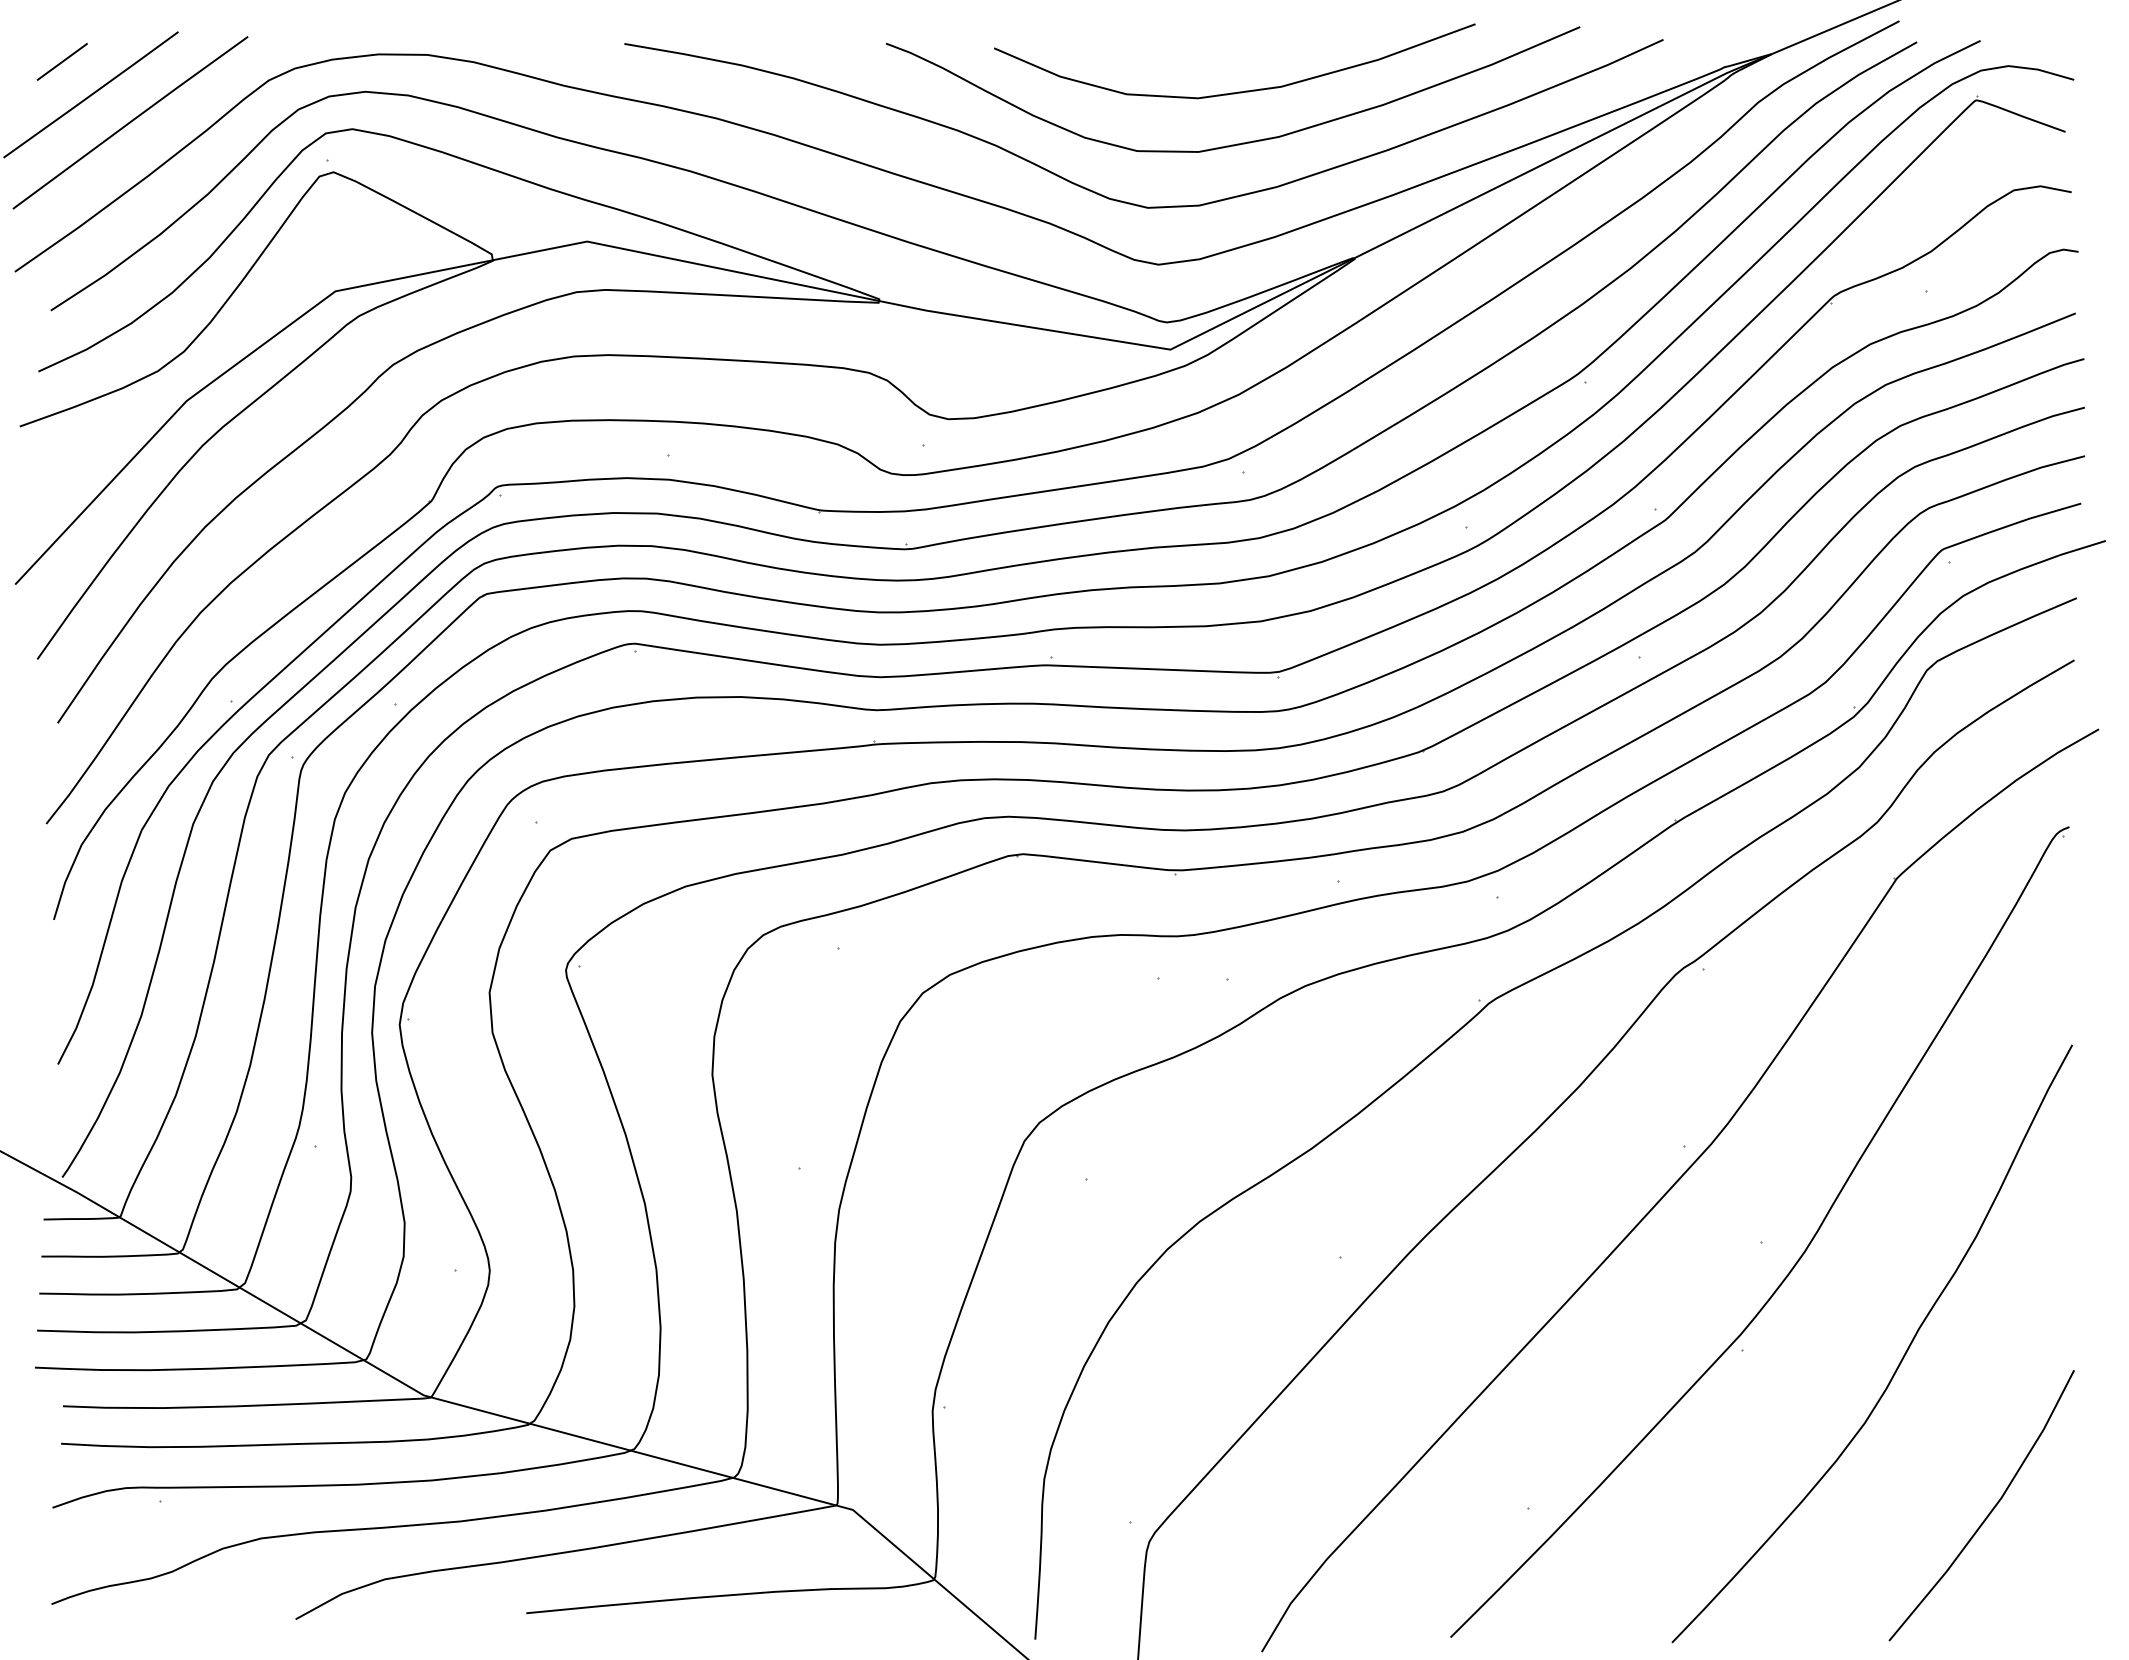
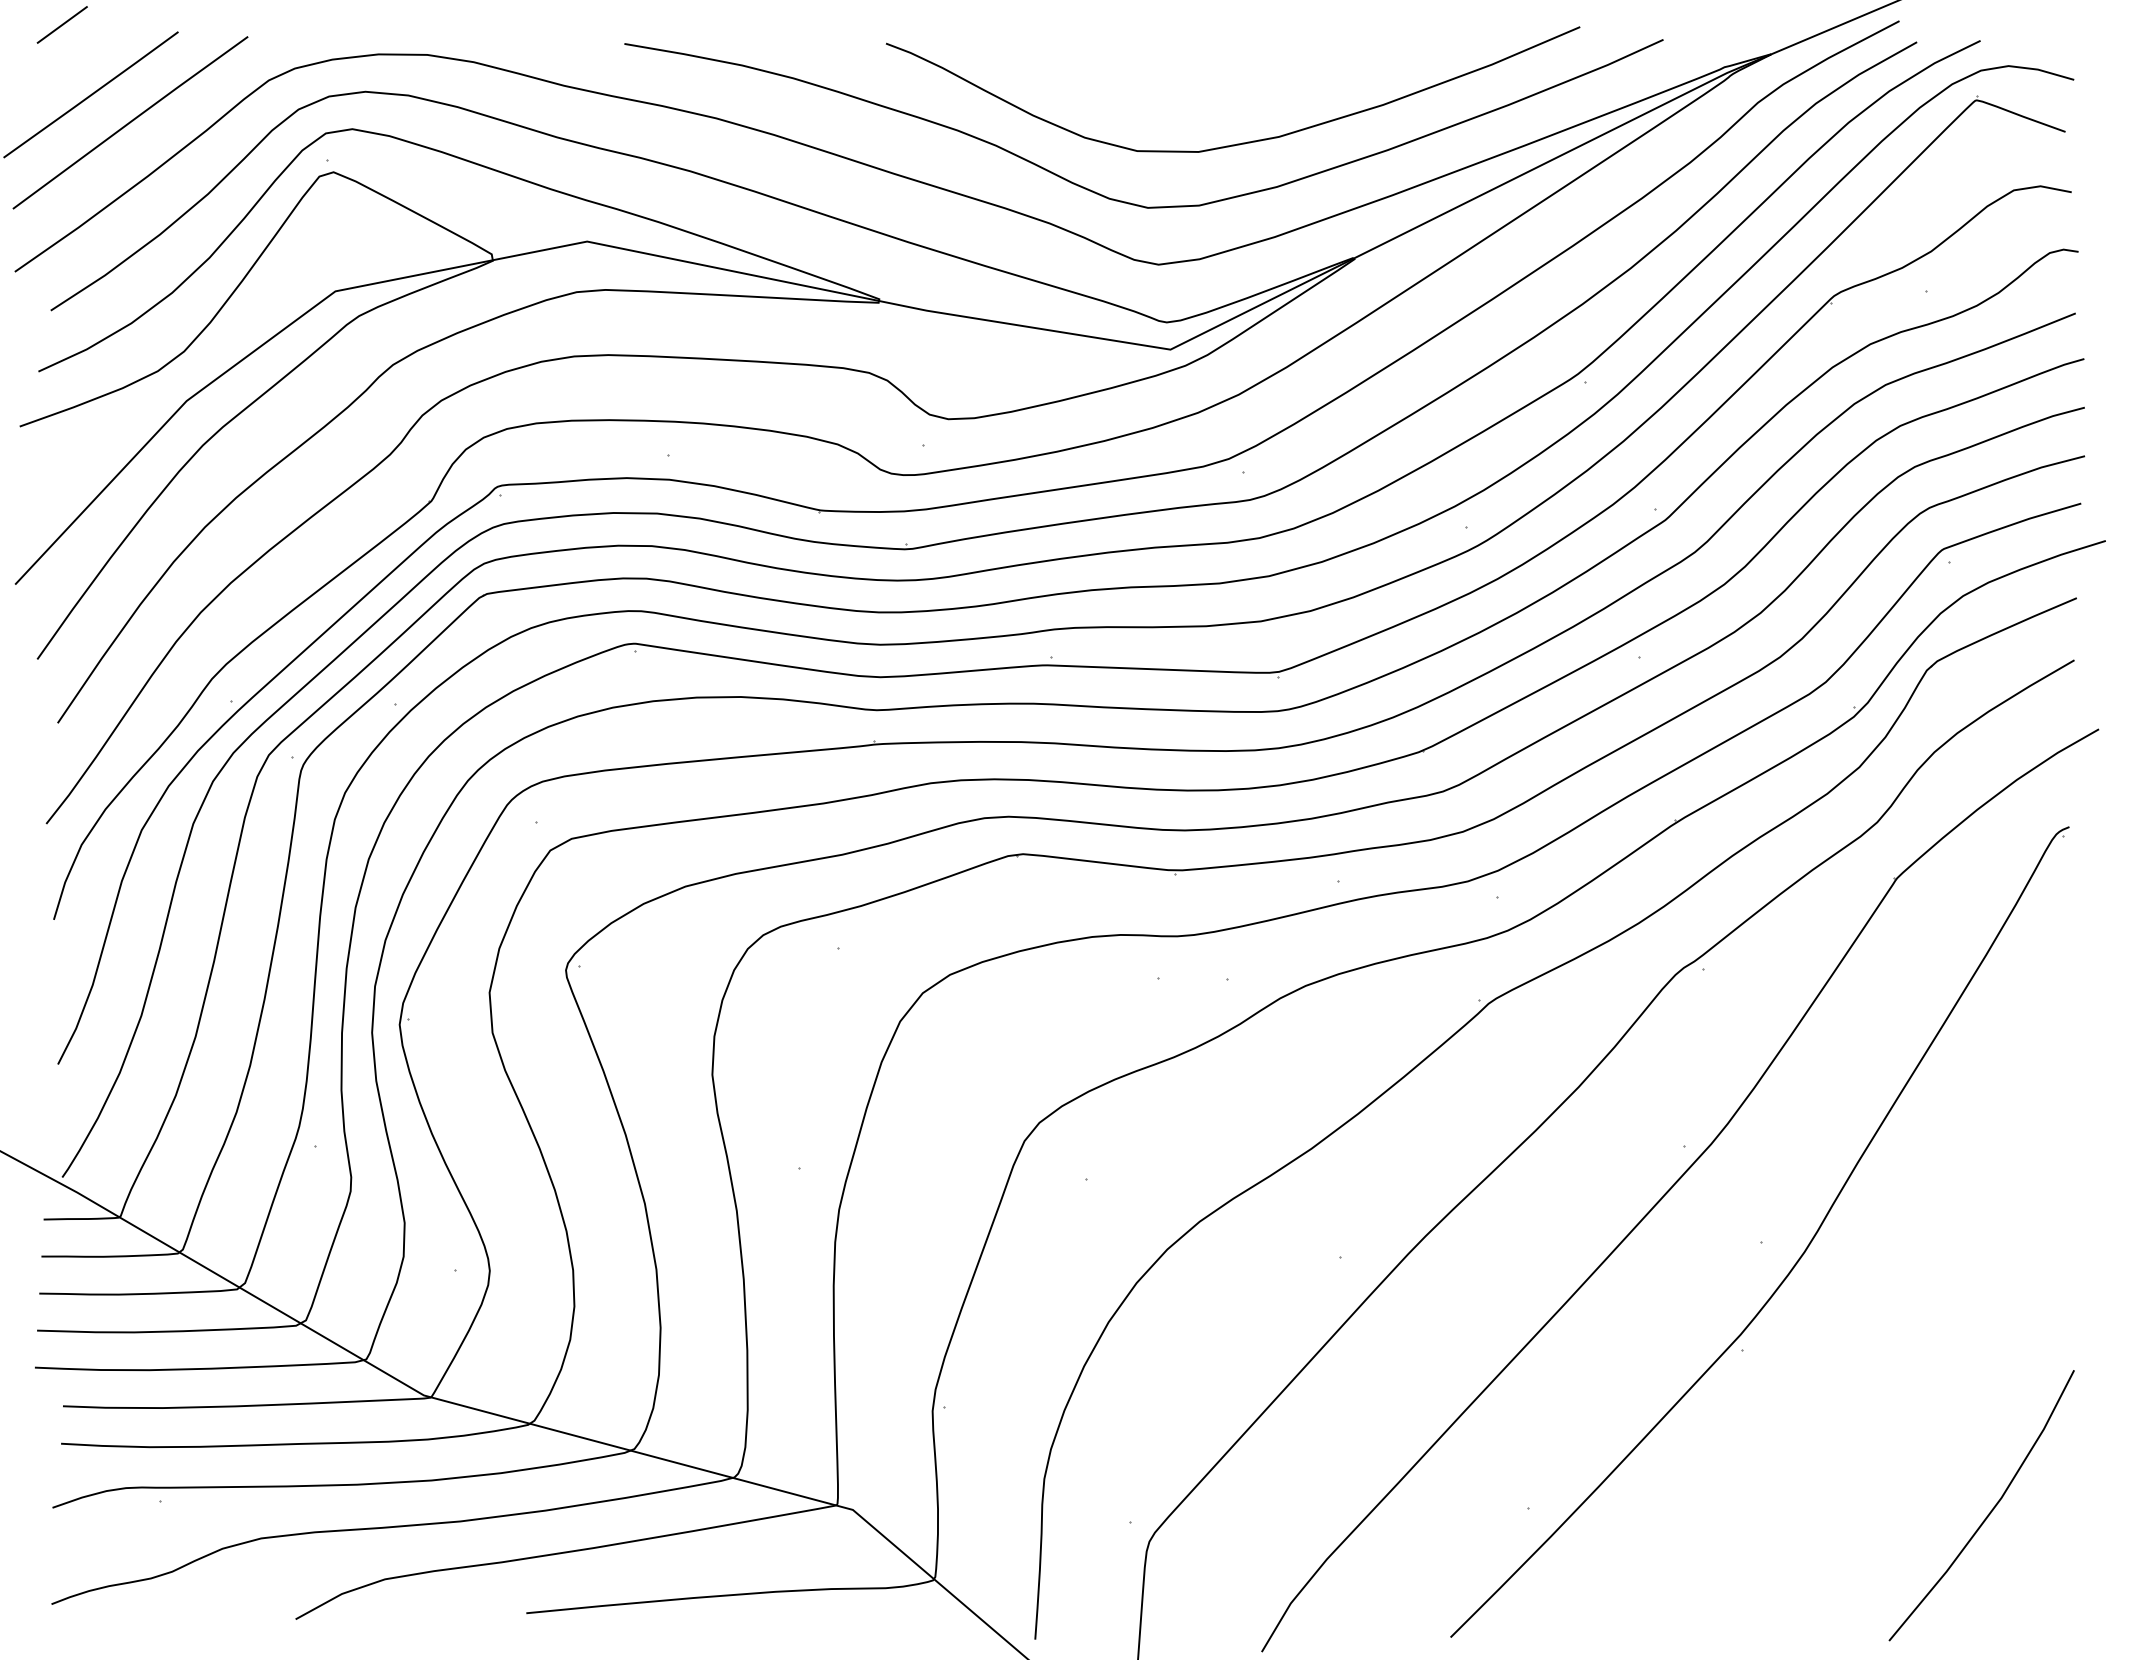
line at (61, 61) position: (61, 61) -> (61, 24)
curve at (1238, 91): present -> none
curve at (1901, 1358): present -> none
